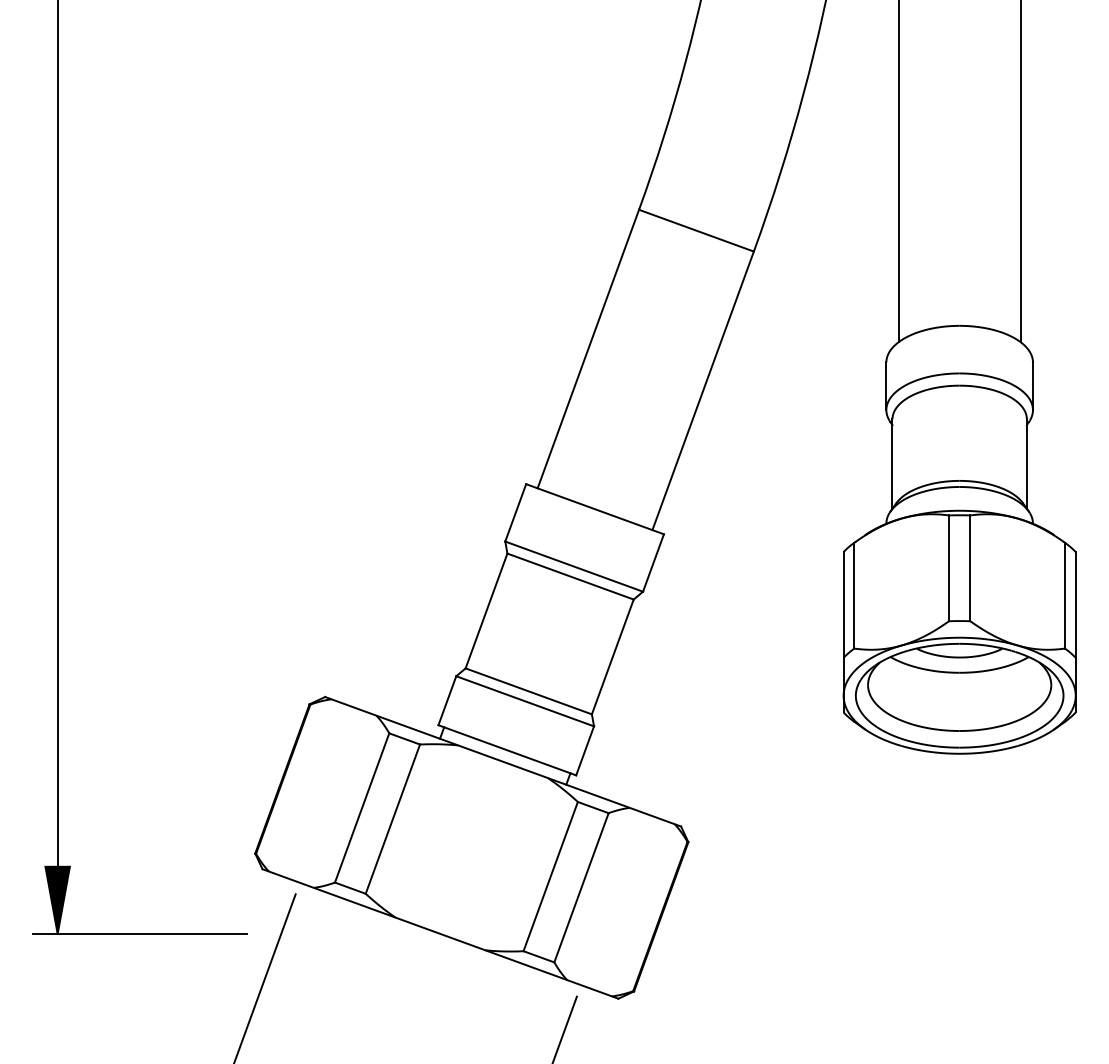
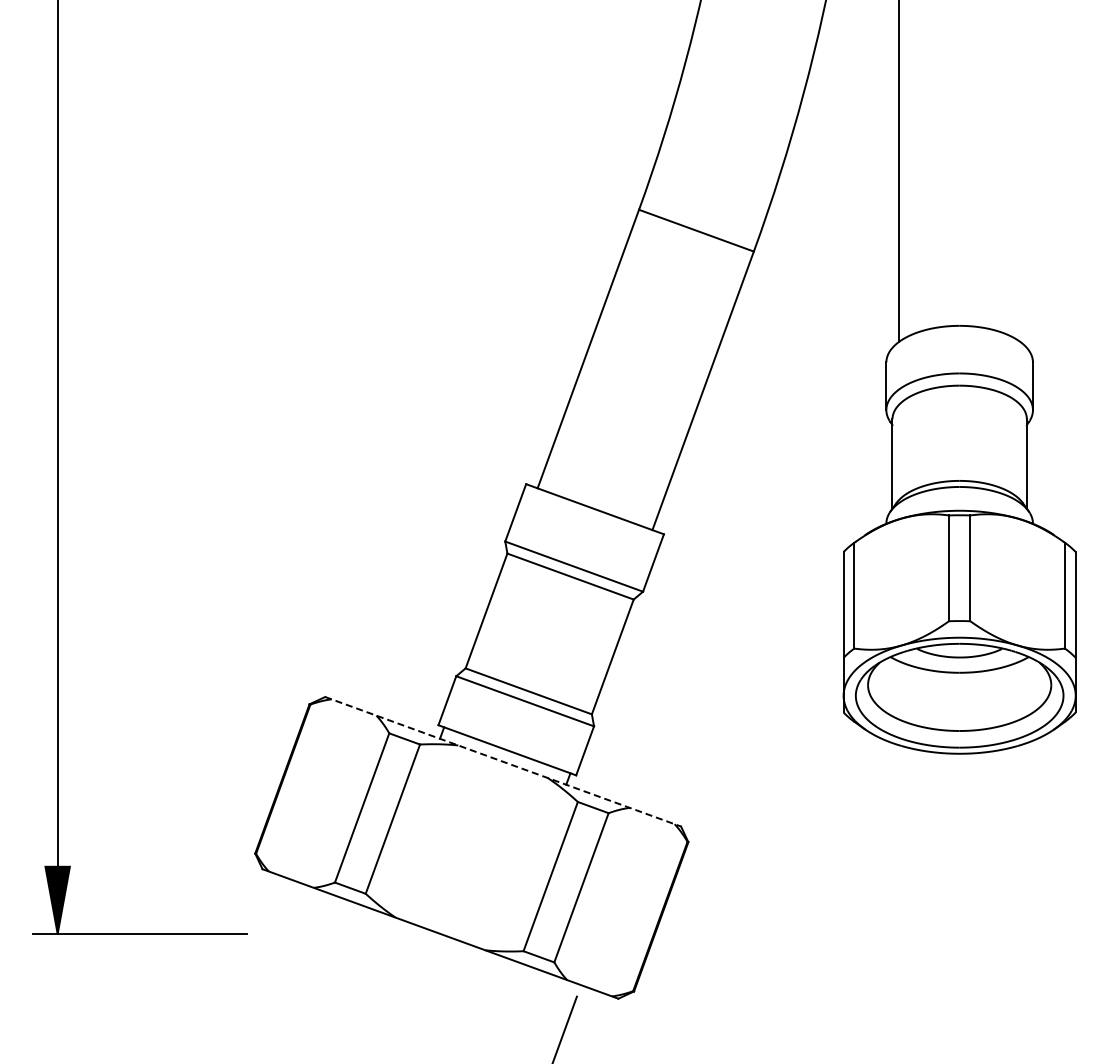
line at (1020, 172): present -> none
line at (503, 761): solid -> dashed
line at (265, 977): present -> none
